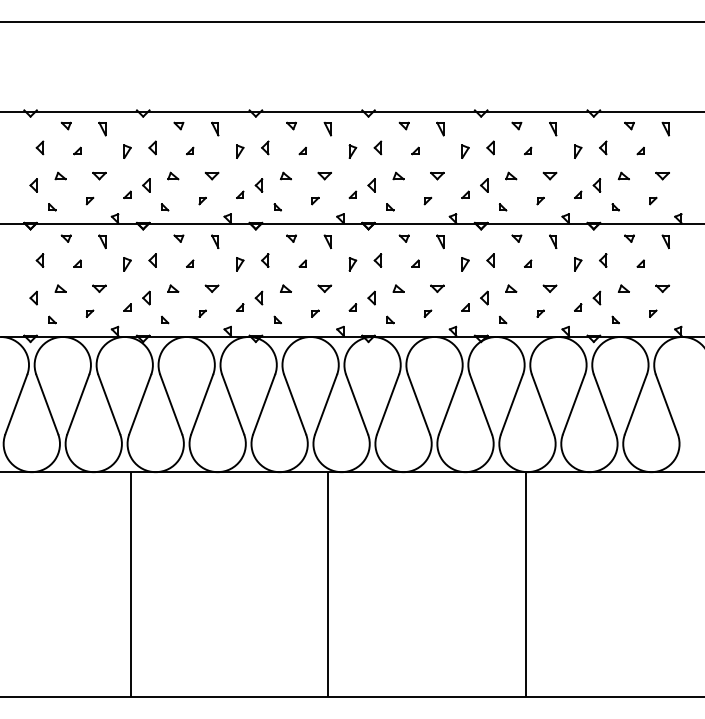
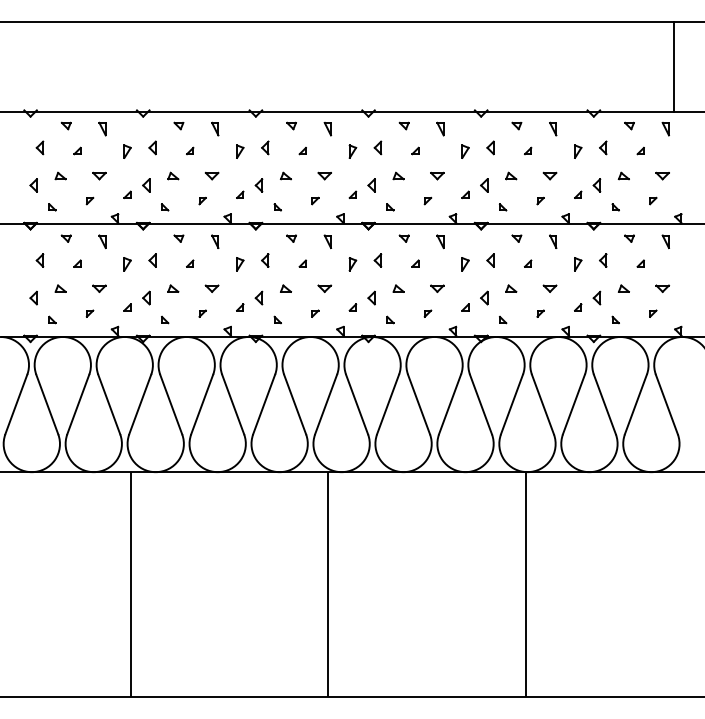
line at (673, 66): none -> present
